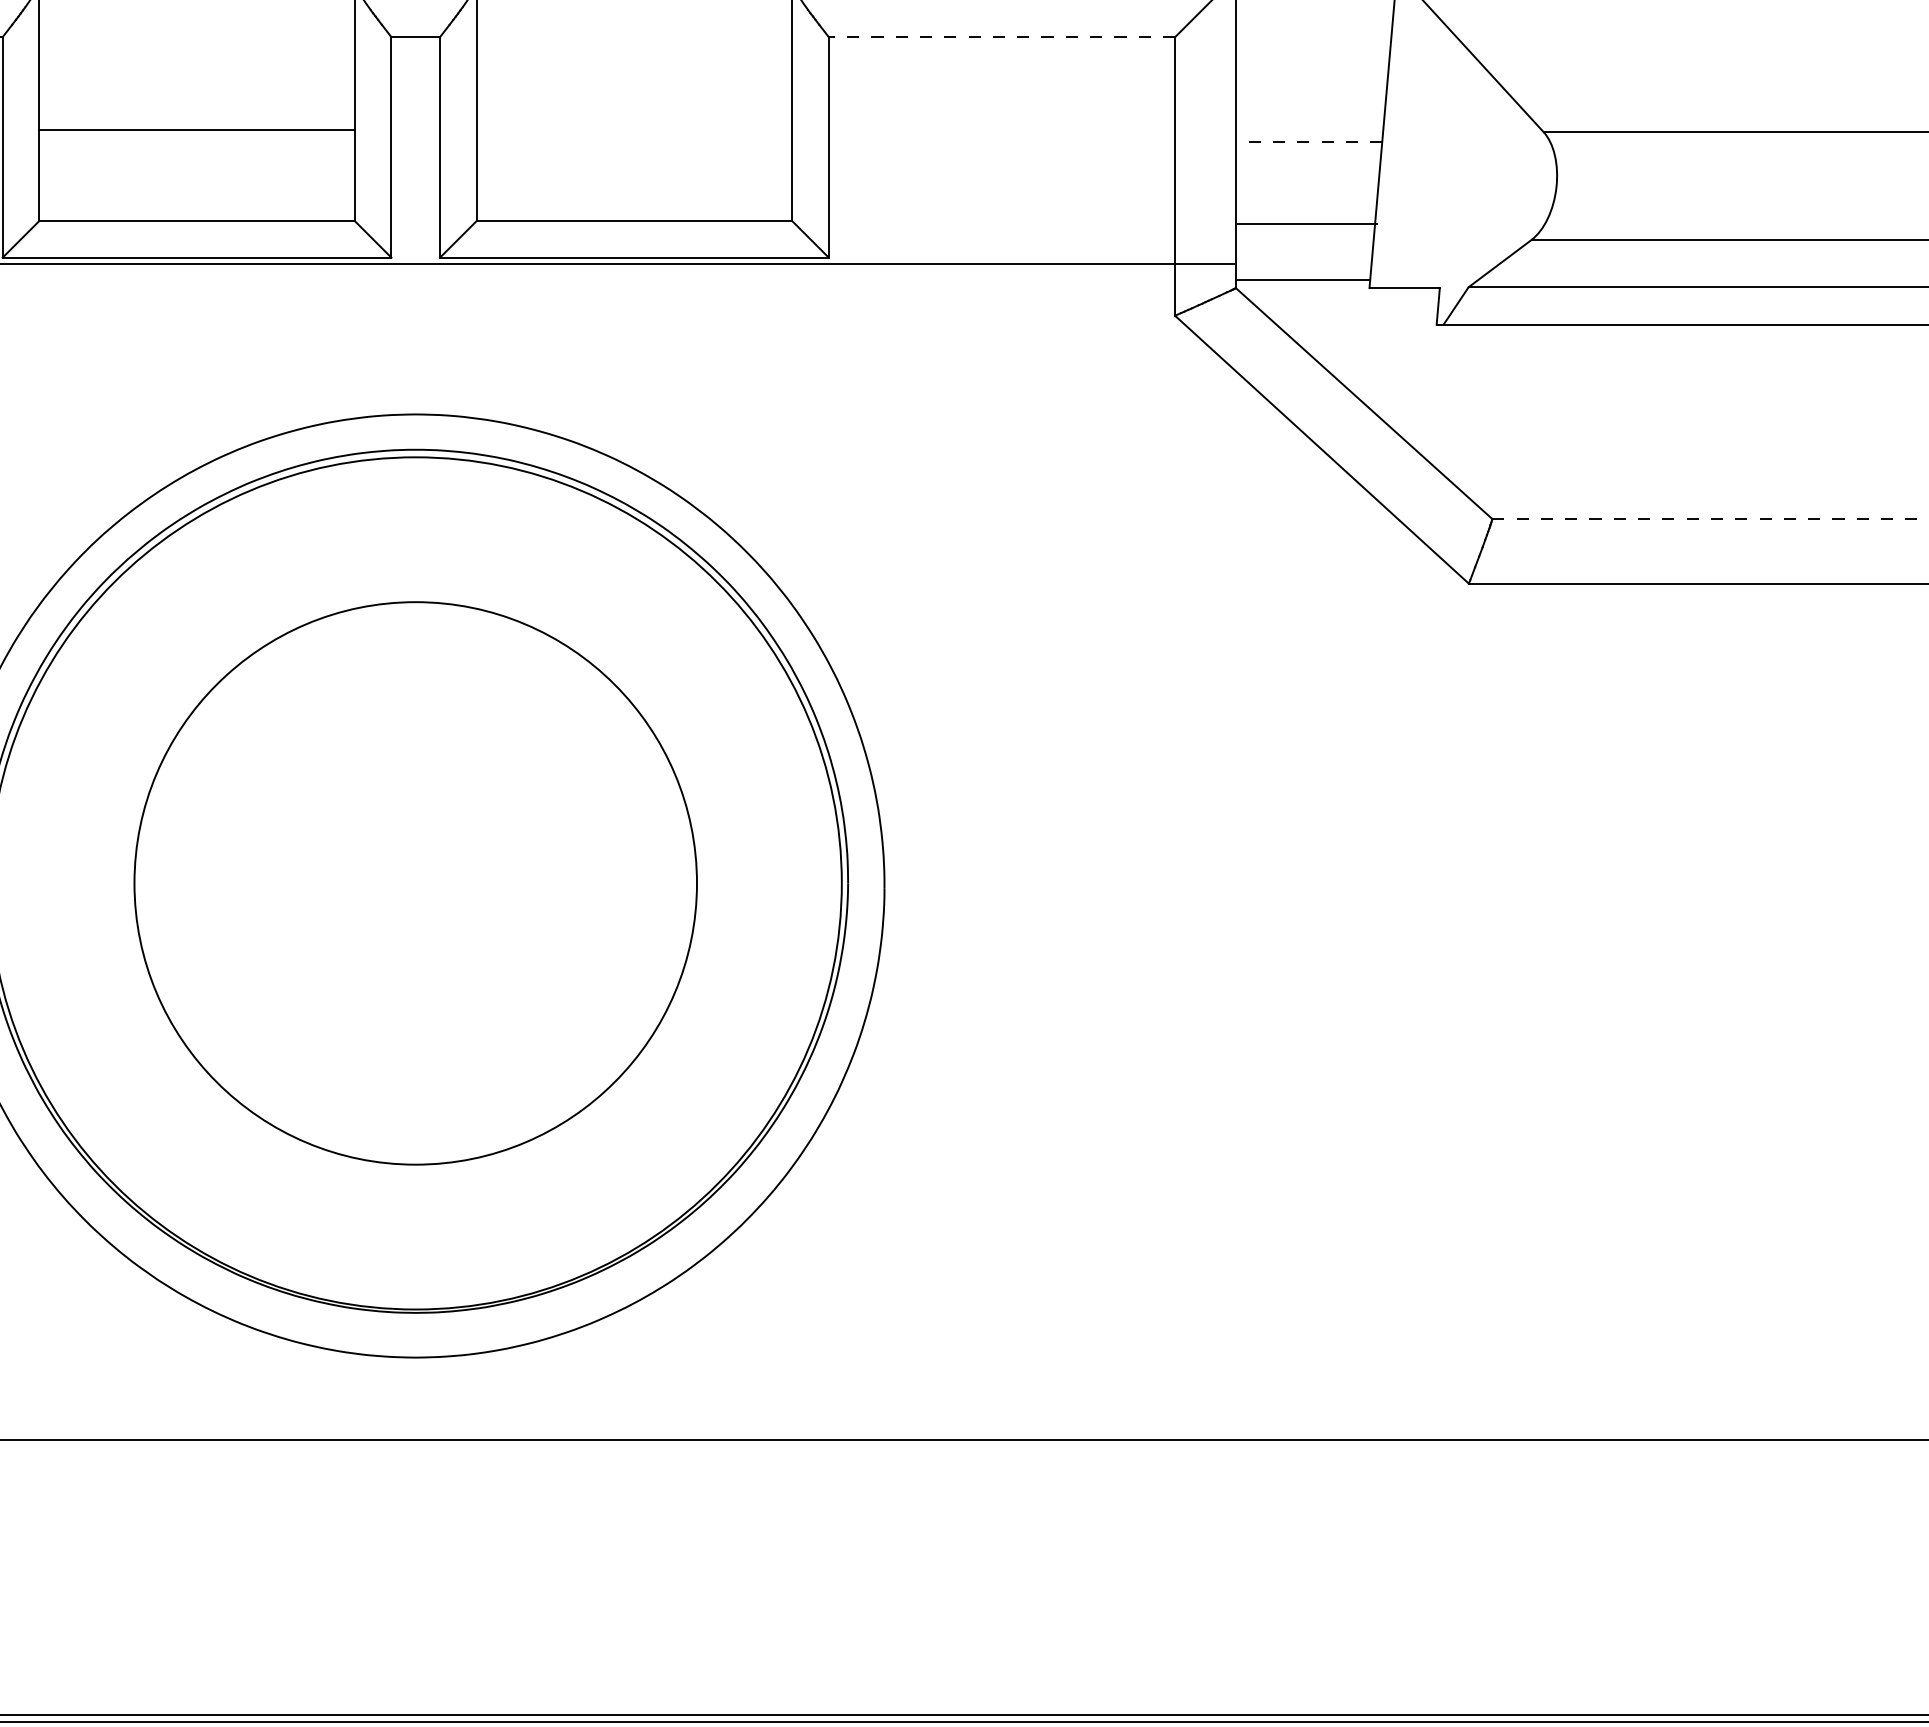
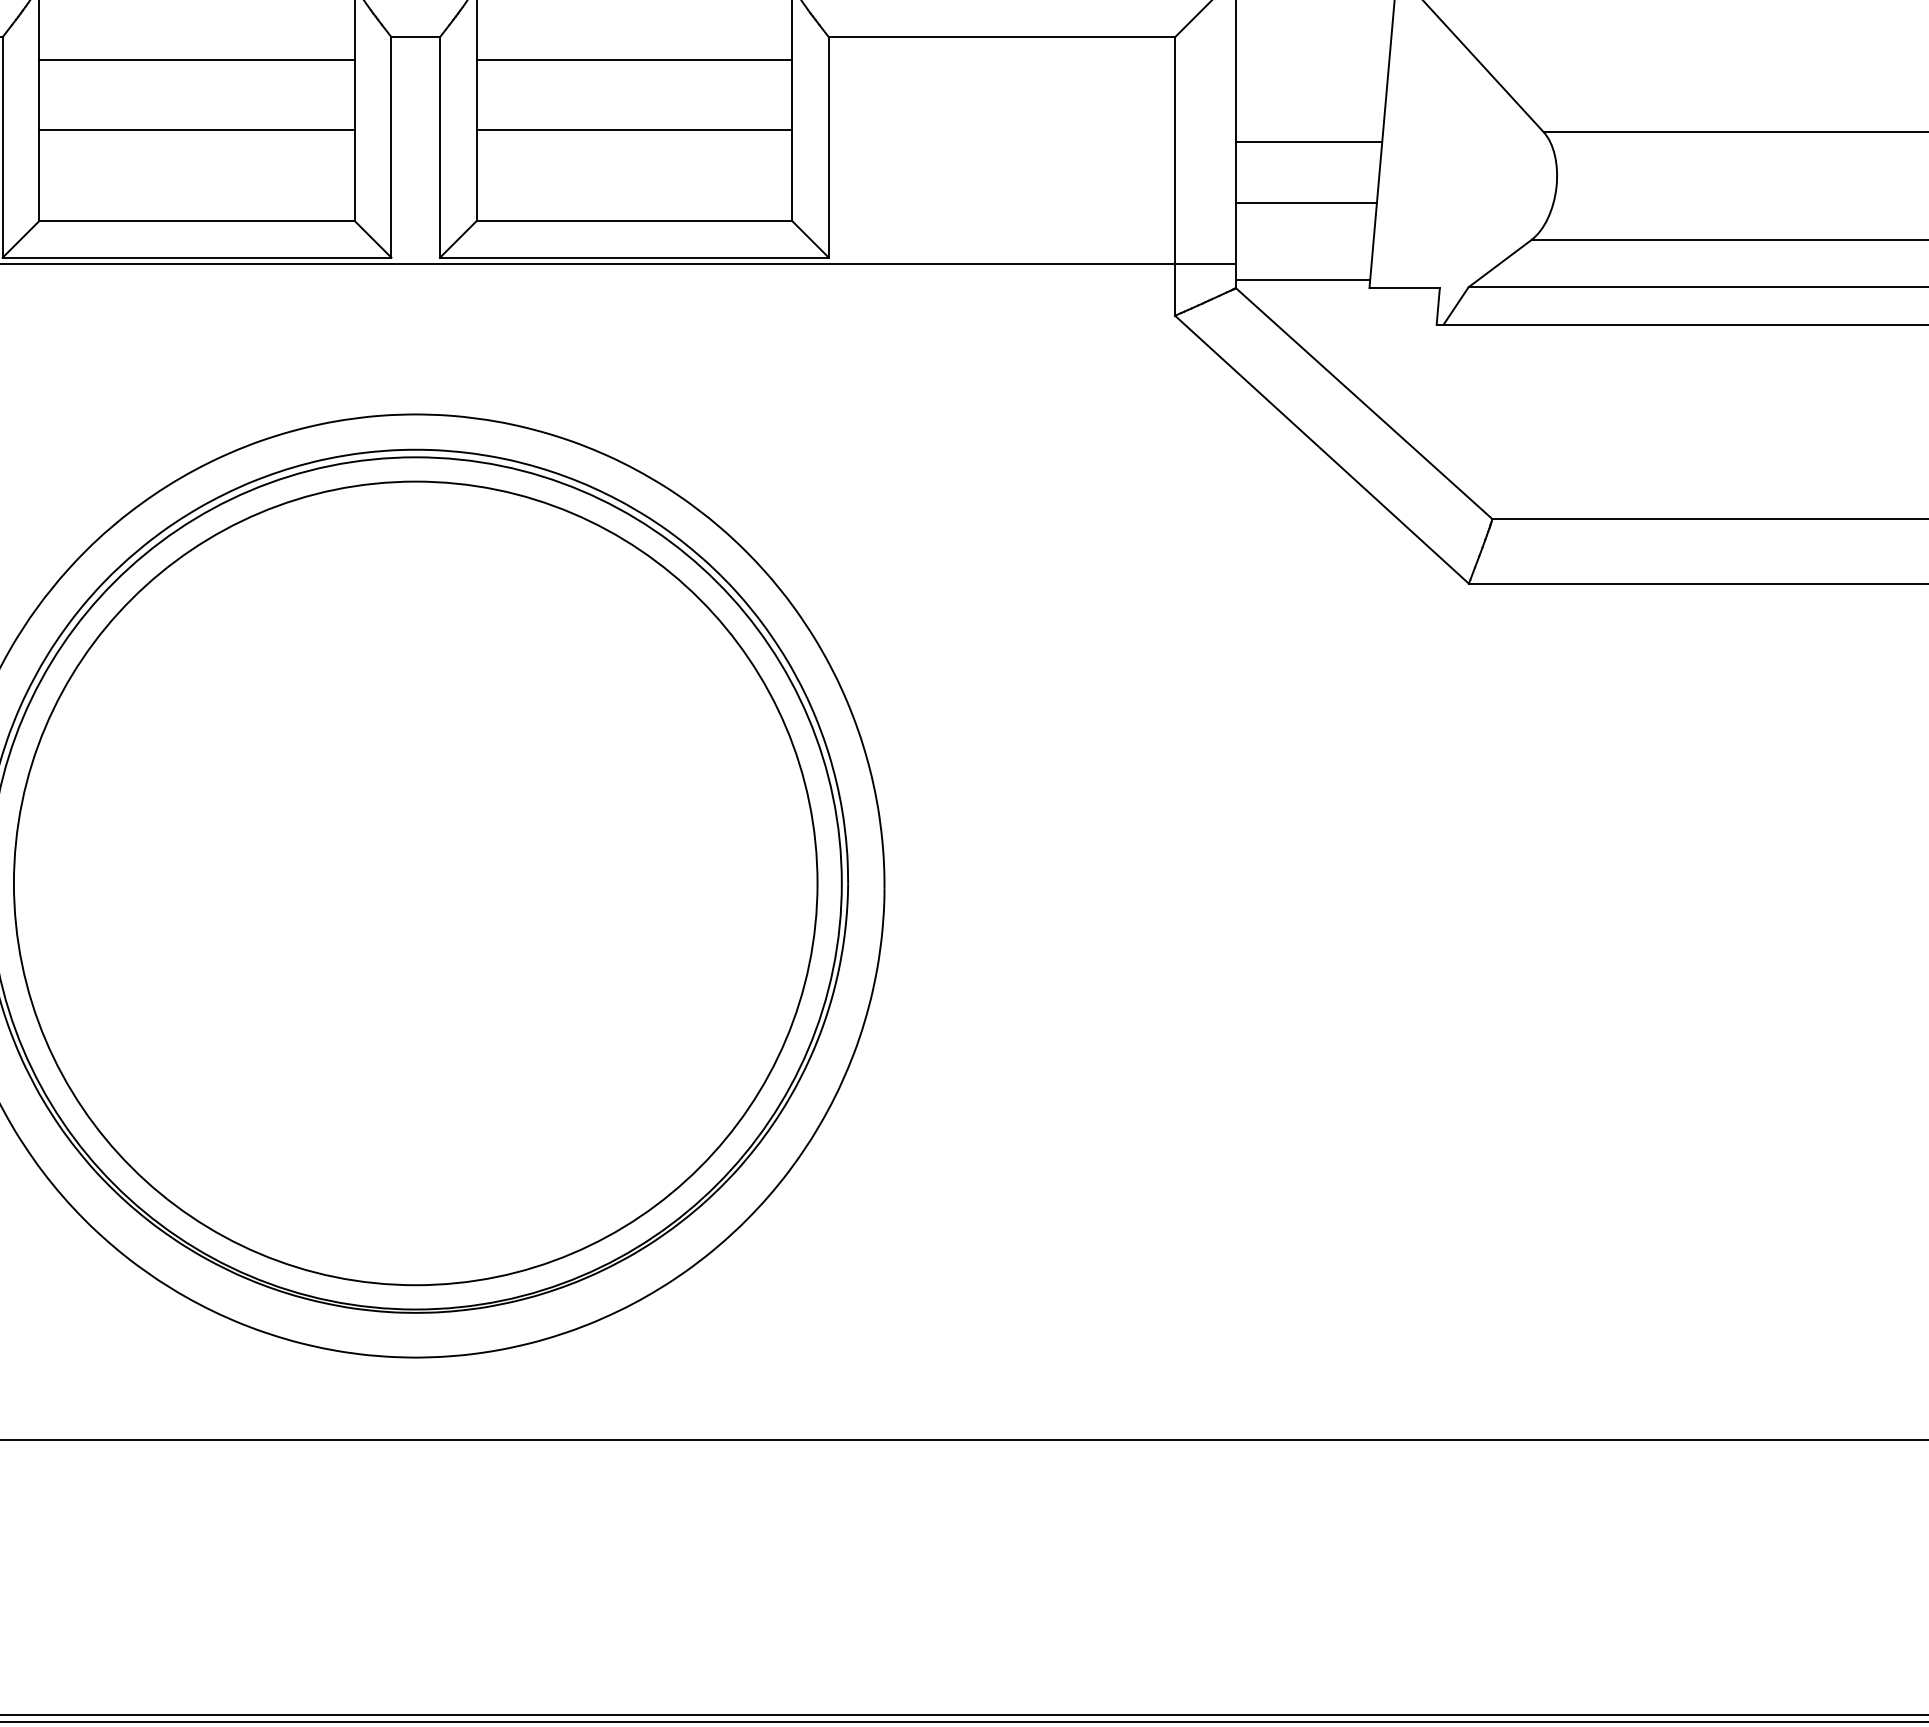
line at (1001, 37): dashed -> solid
line at (197, 60): none -> present
line at (634, 60): none -> present
line at (634, 130): none -> present
line at (1308, 142): dashed -> solid
line at (1305, 224) position: (1305, 224) -> (1305, 203)
line at (1710, 518): dashed -> solid
circle at (415, 883) diameter: 563 px -> 804 px
